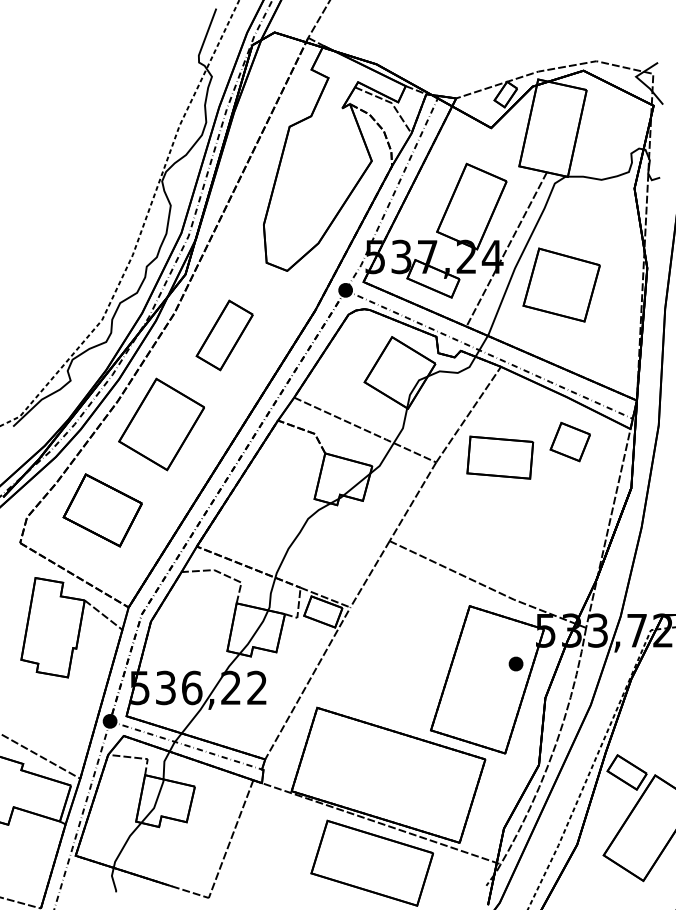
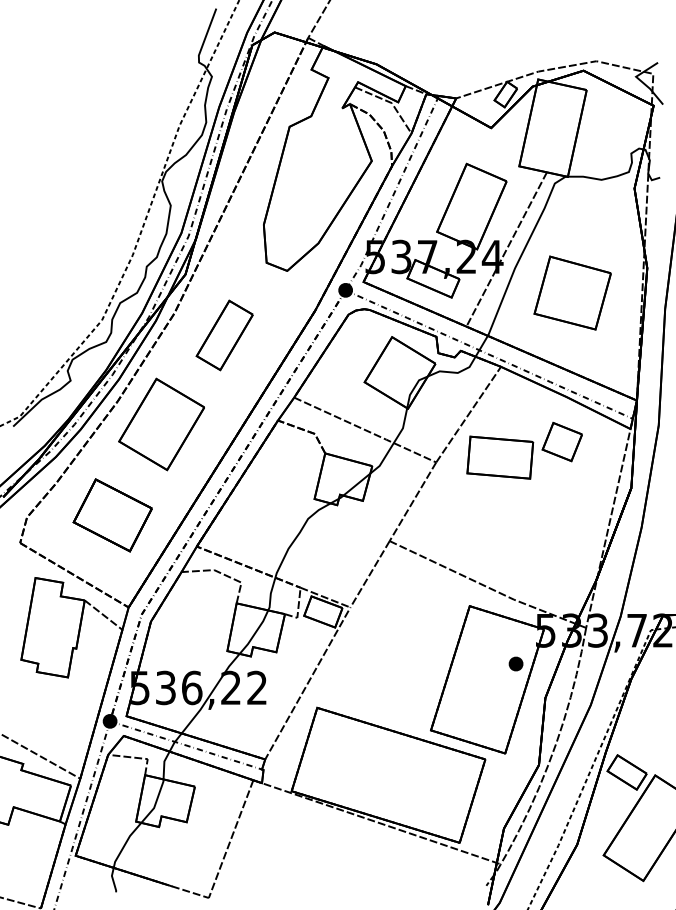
part at (561, 284) position: (561, 284) -> (572, 292)
part at (569, 442) position: (569, 442) -> (561, 442)
part at (102, 510) position: (102, 510) -> (112, 515)
part at (371, 862): present -> none
